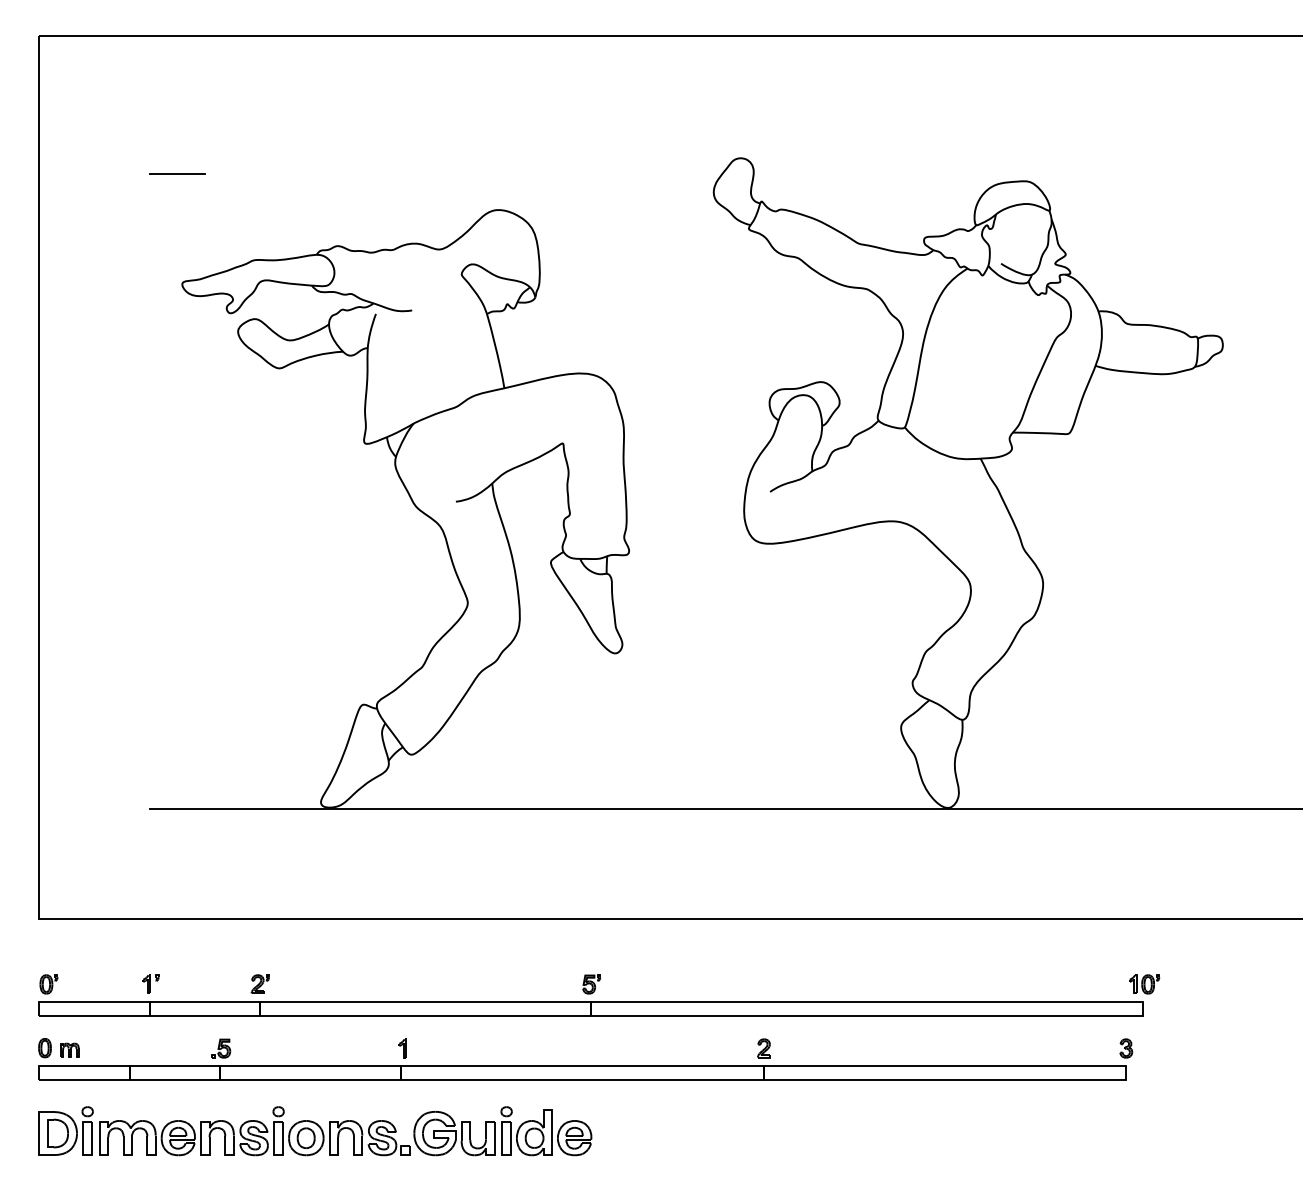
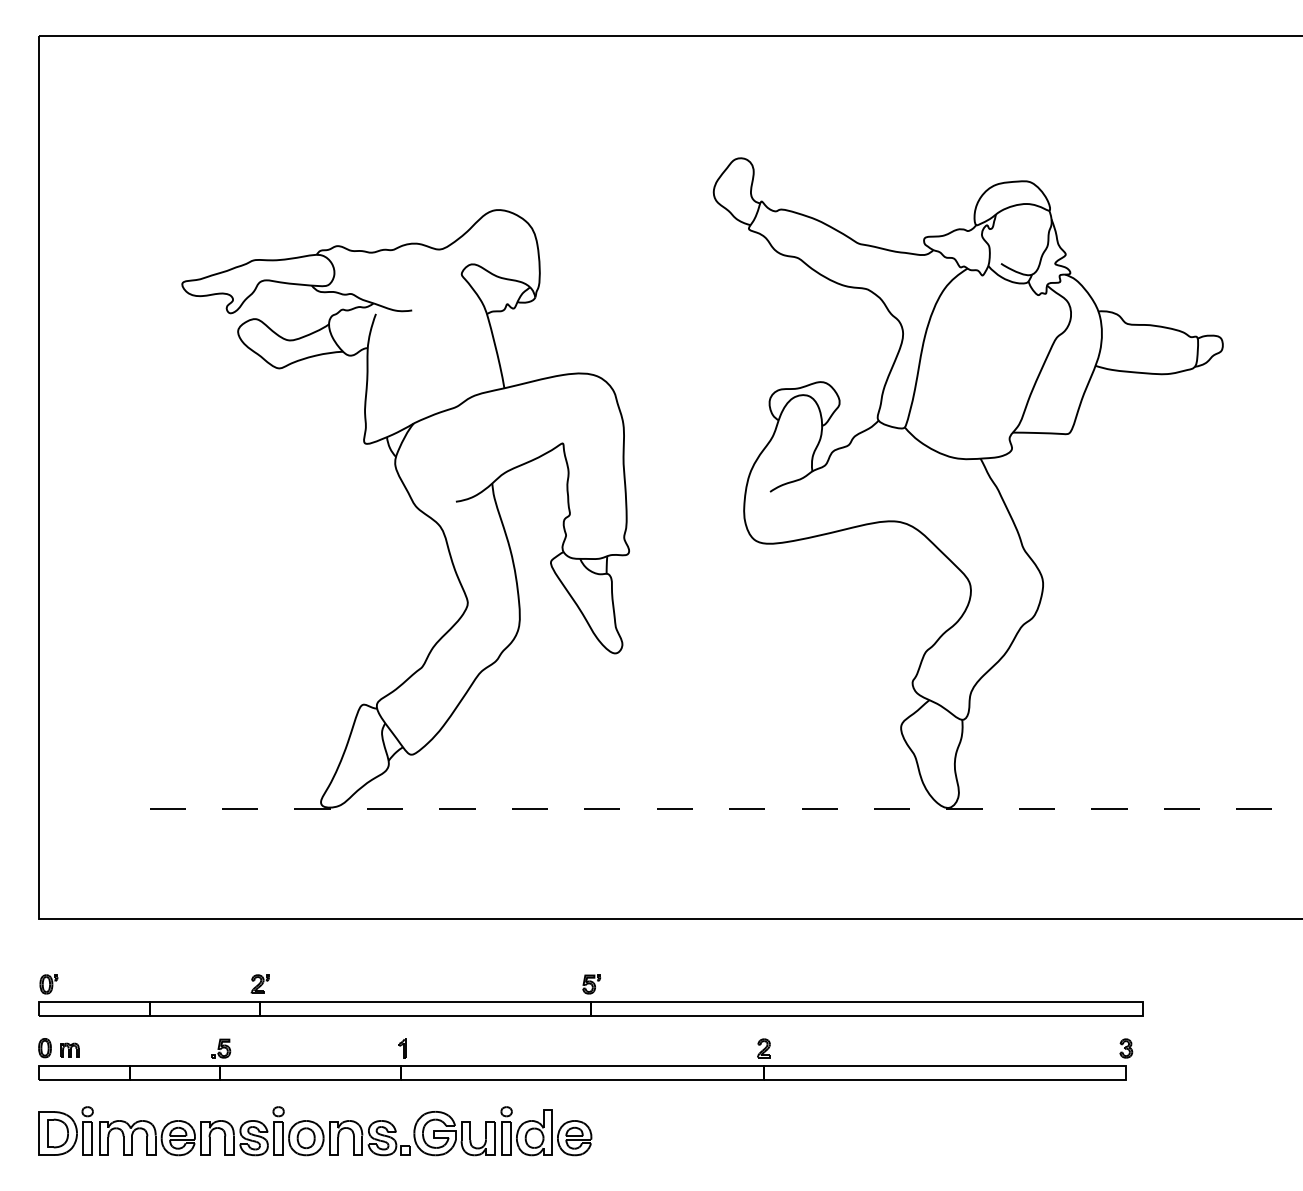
line at (176, 173): present -> none
line at (726, 808): solid -> dashed
part at (150, 983): present -> none
part at (1144, 984): present -> none
